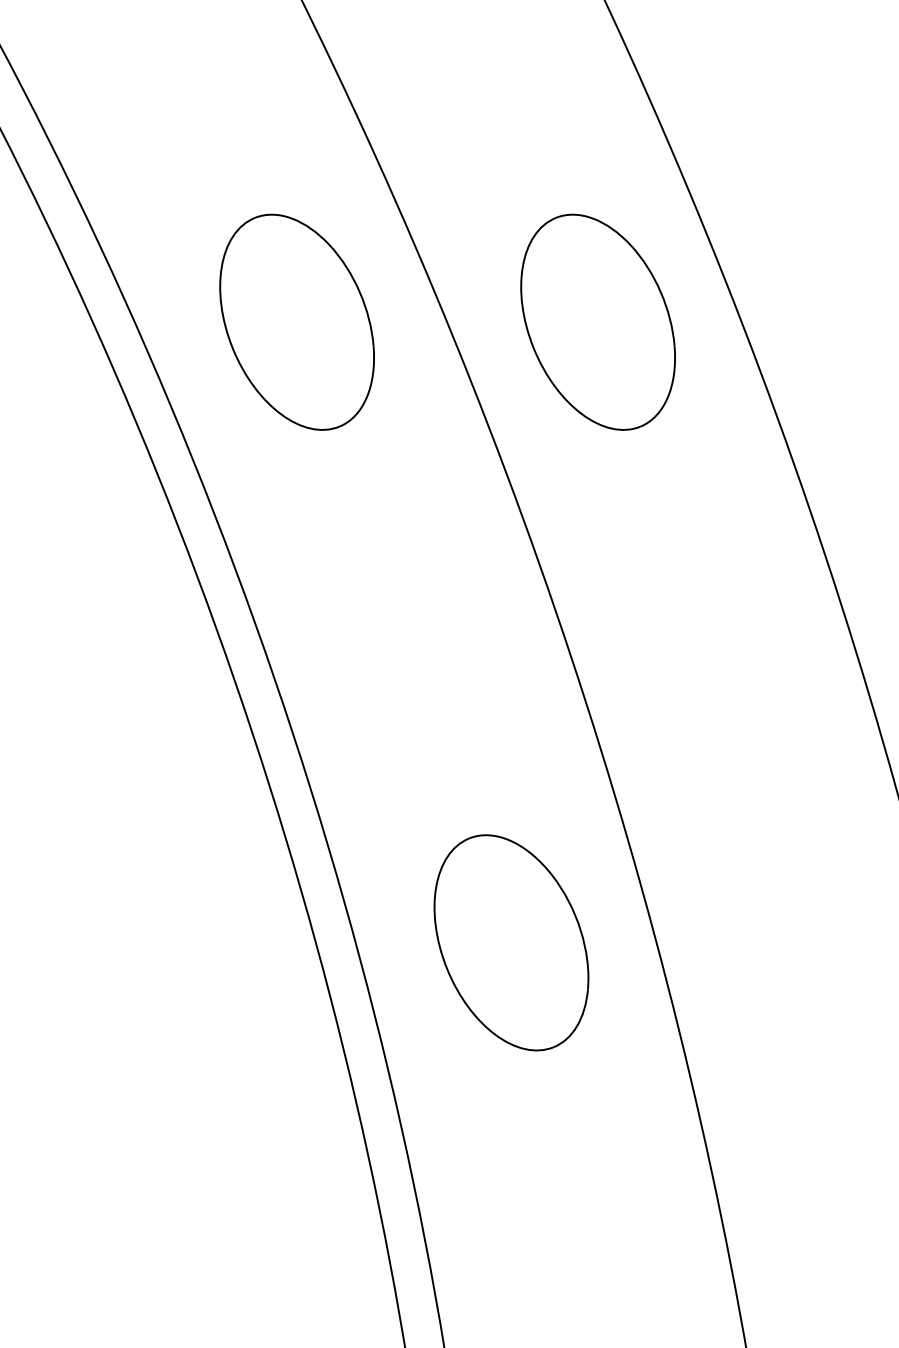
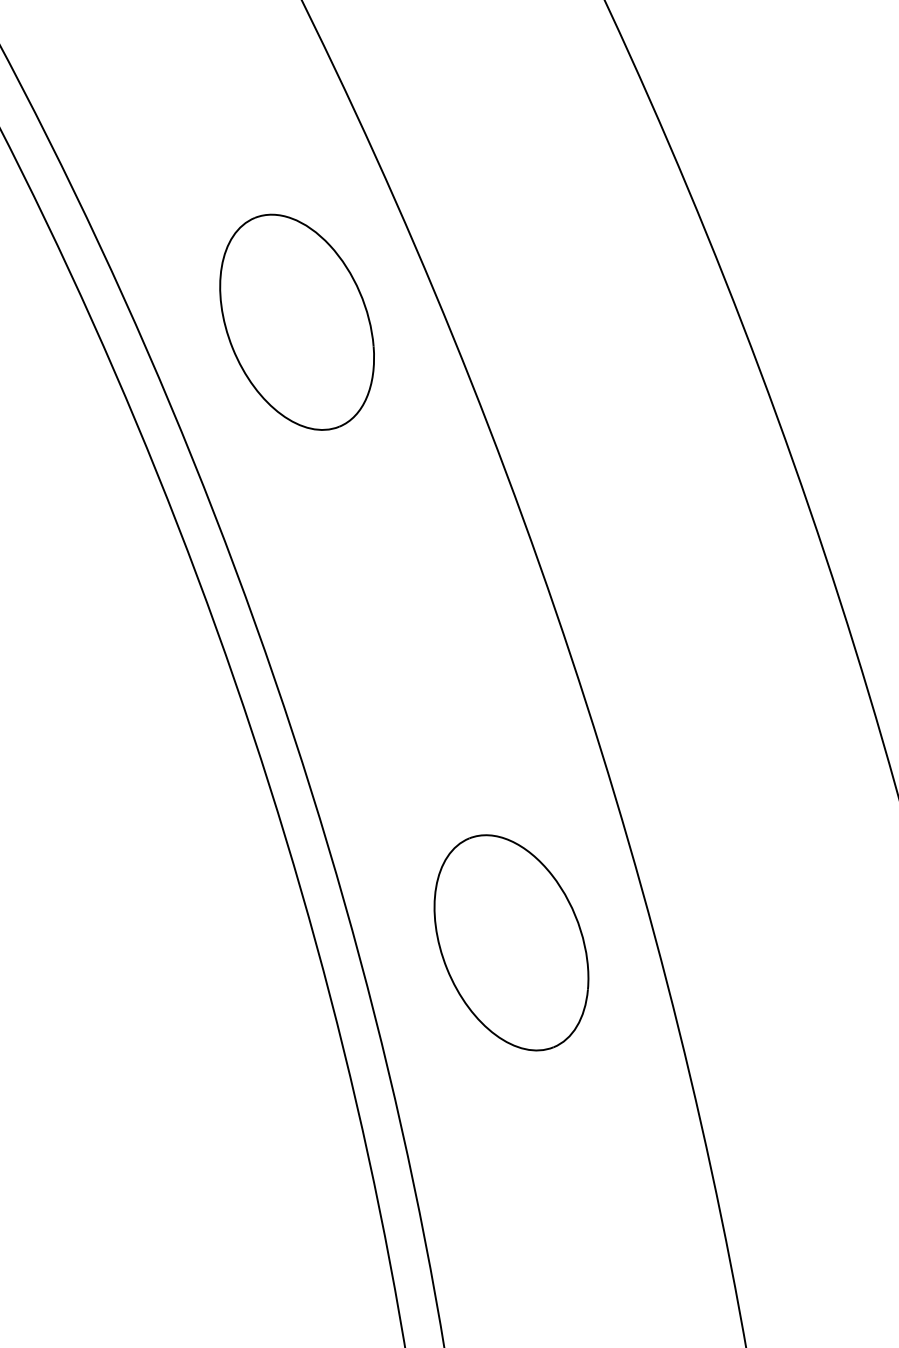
part at (597, 321): present -> none
